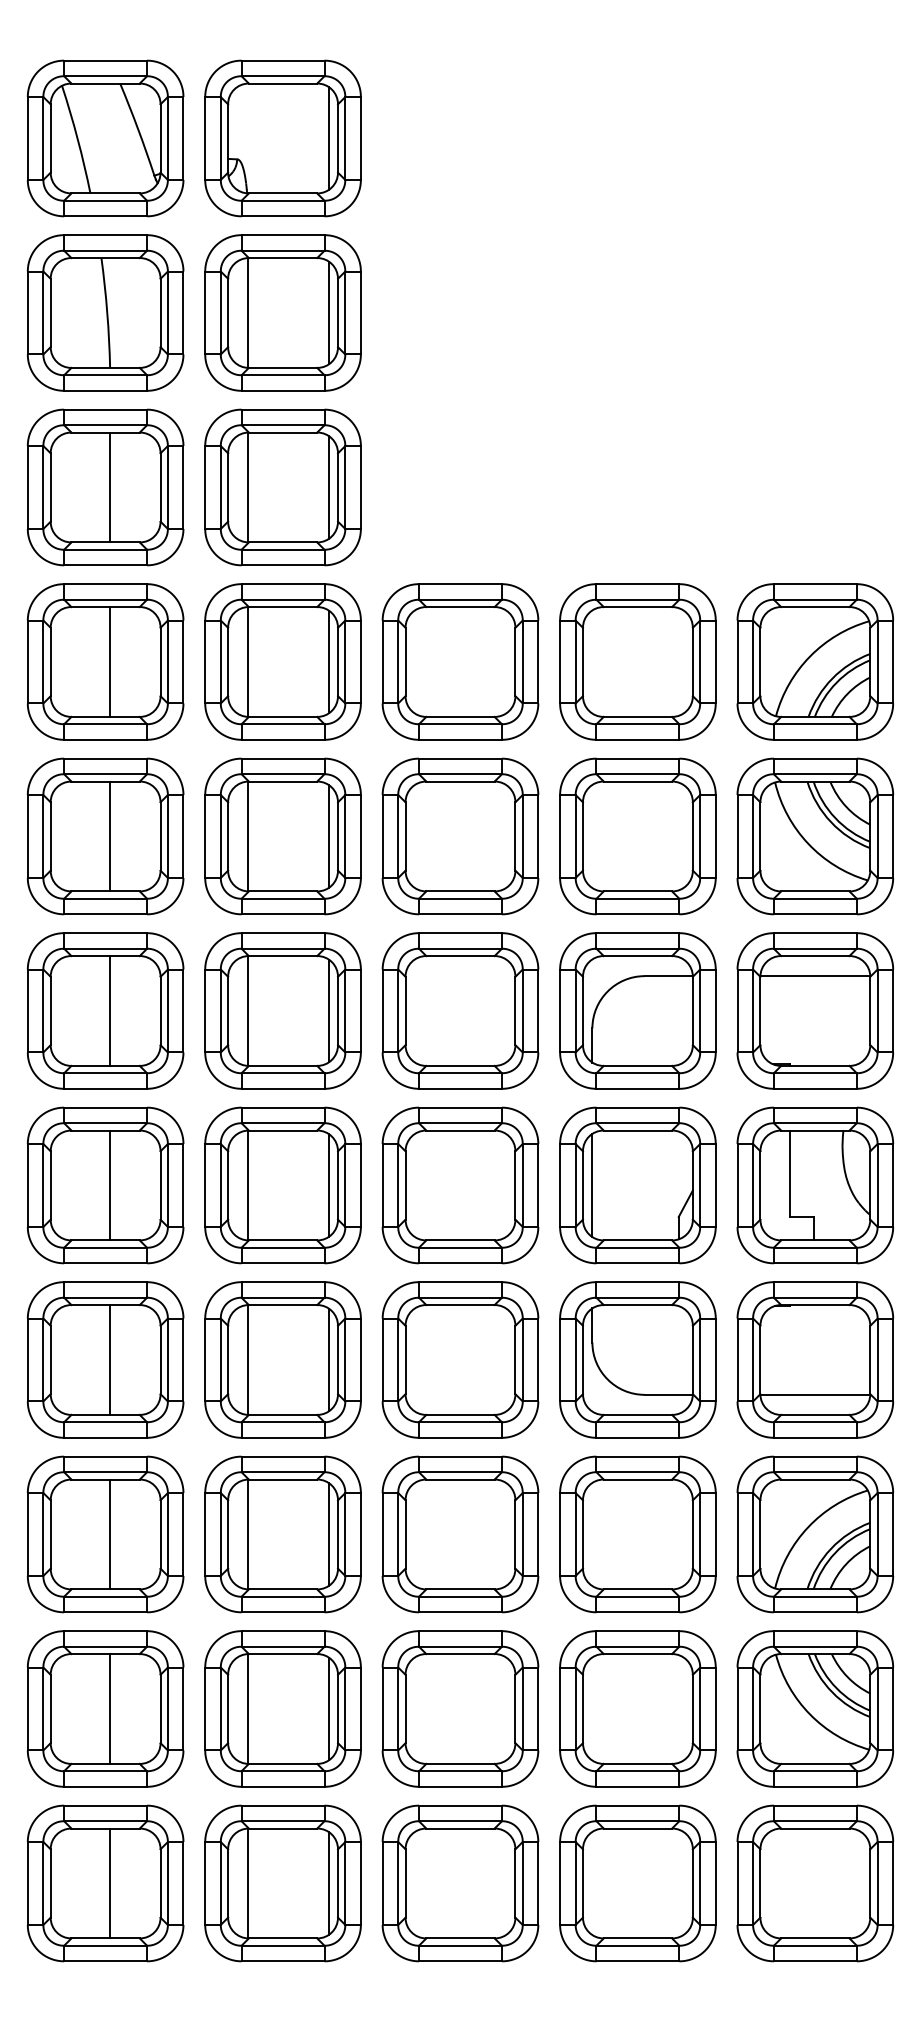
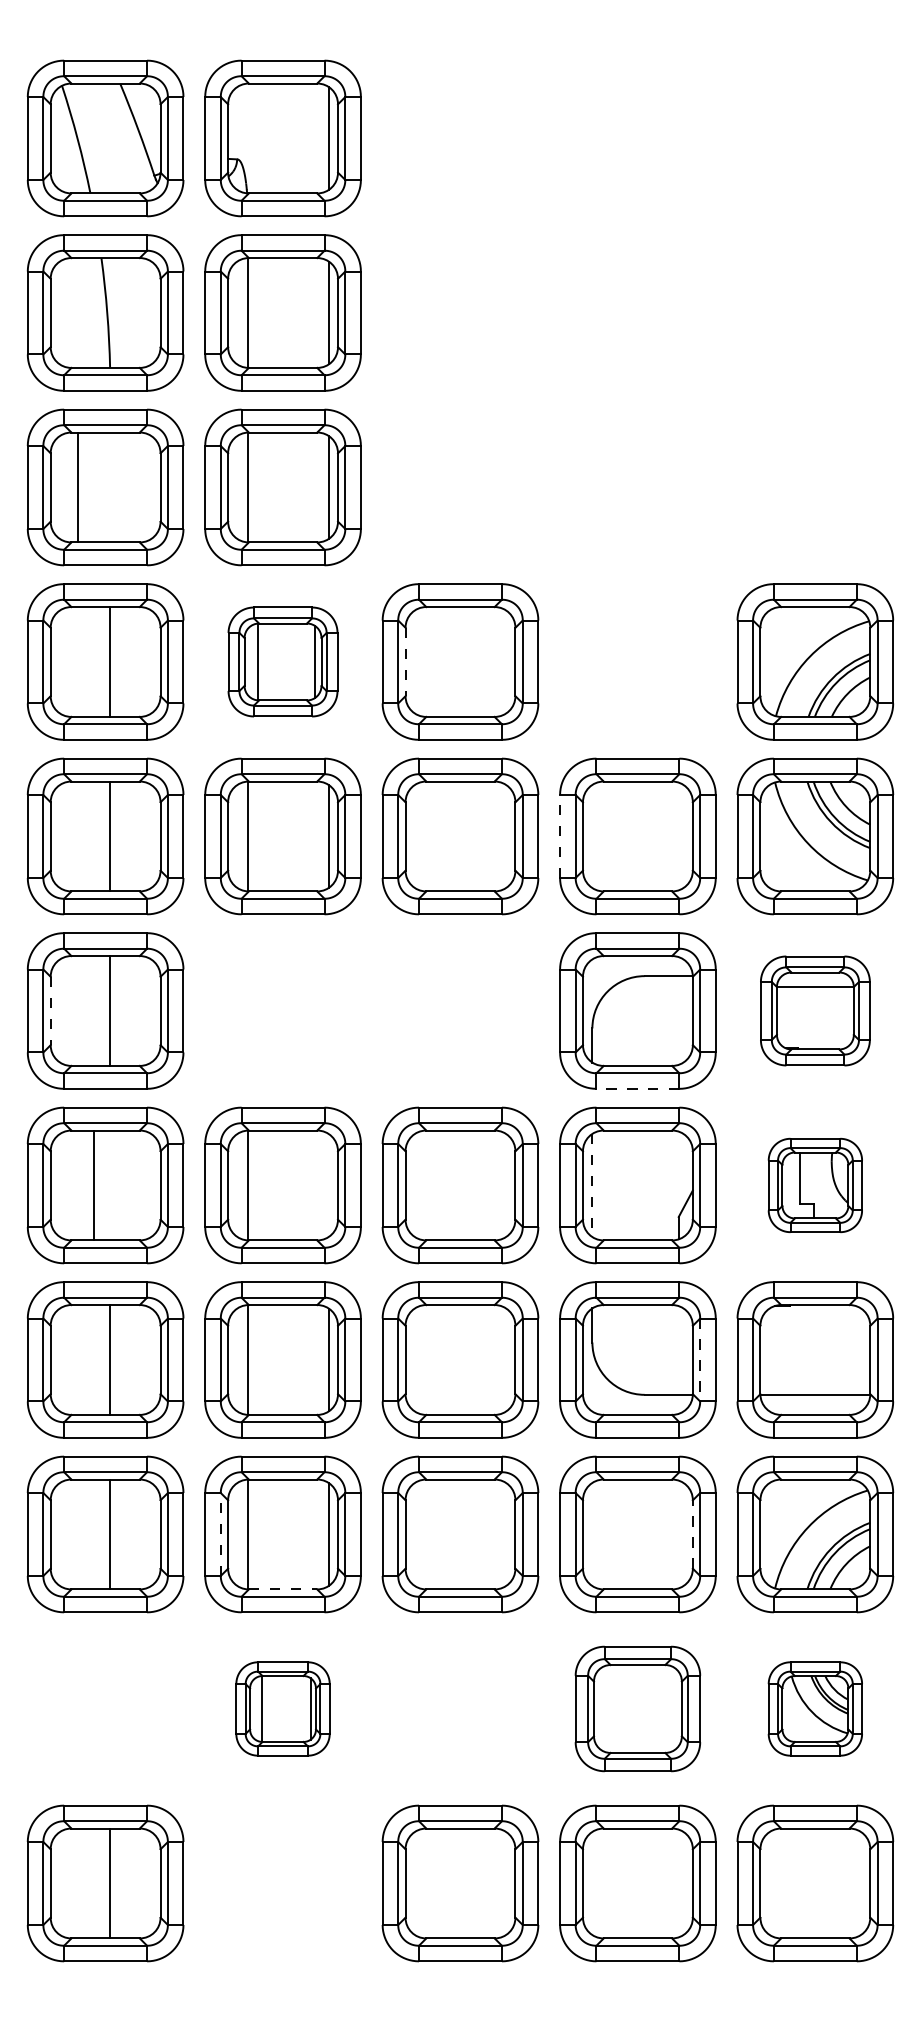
line at (110, 487) position: (110, 487) -> (78, 487)
part at (282, 661) size: 158x158 px -> 112x112 px
part at (637, 661): present -> none
line at (405, 662): solid -> dashed
line at (560, 836): solid -> dashed
part at (282, 1010): present -> none
part at (460, 1010): present -> none
part at (815, 1010) size: 159x158 px -> 111x112 px
line at (50, 1011): solid -> dashed
line at (637, 1088): solid -> dashed
line at (110, 1185) position: (110, 1185) -> (94, 1185)
line at (329, 1185): present -> none
line at (592, 1185): solid -> dashed
part at (815, 1185) size: 159x159 px -> 96x96 px
line at (700, 1360): solid -> dashed
line at (220, 1533): solid -> dashed
line at (692, 1534): solid -> dashed
line at (283, 1589): solid -> dashed
part at (105, 1708): present -> none
part at (282, 1708) size: 158x158 px -> 96x96 px
part at (460, 1708): present -> none
part at (637, 1708) size: 158x158 px -> 128x128 px
part at (815, 1708) size: 159x158 px -> 96x96 px
part at (282, 1883): present -> none
